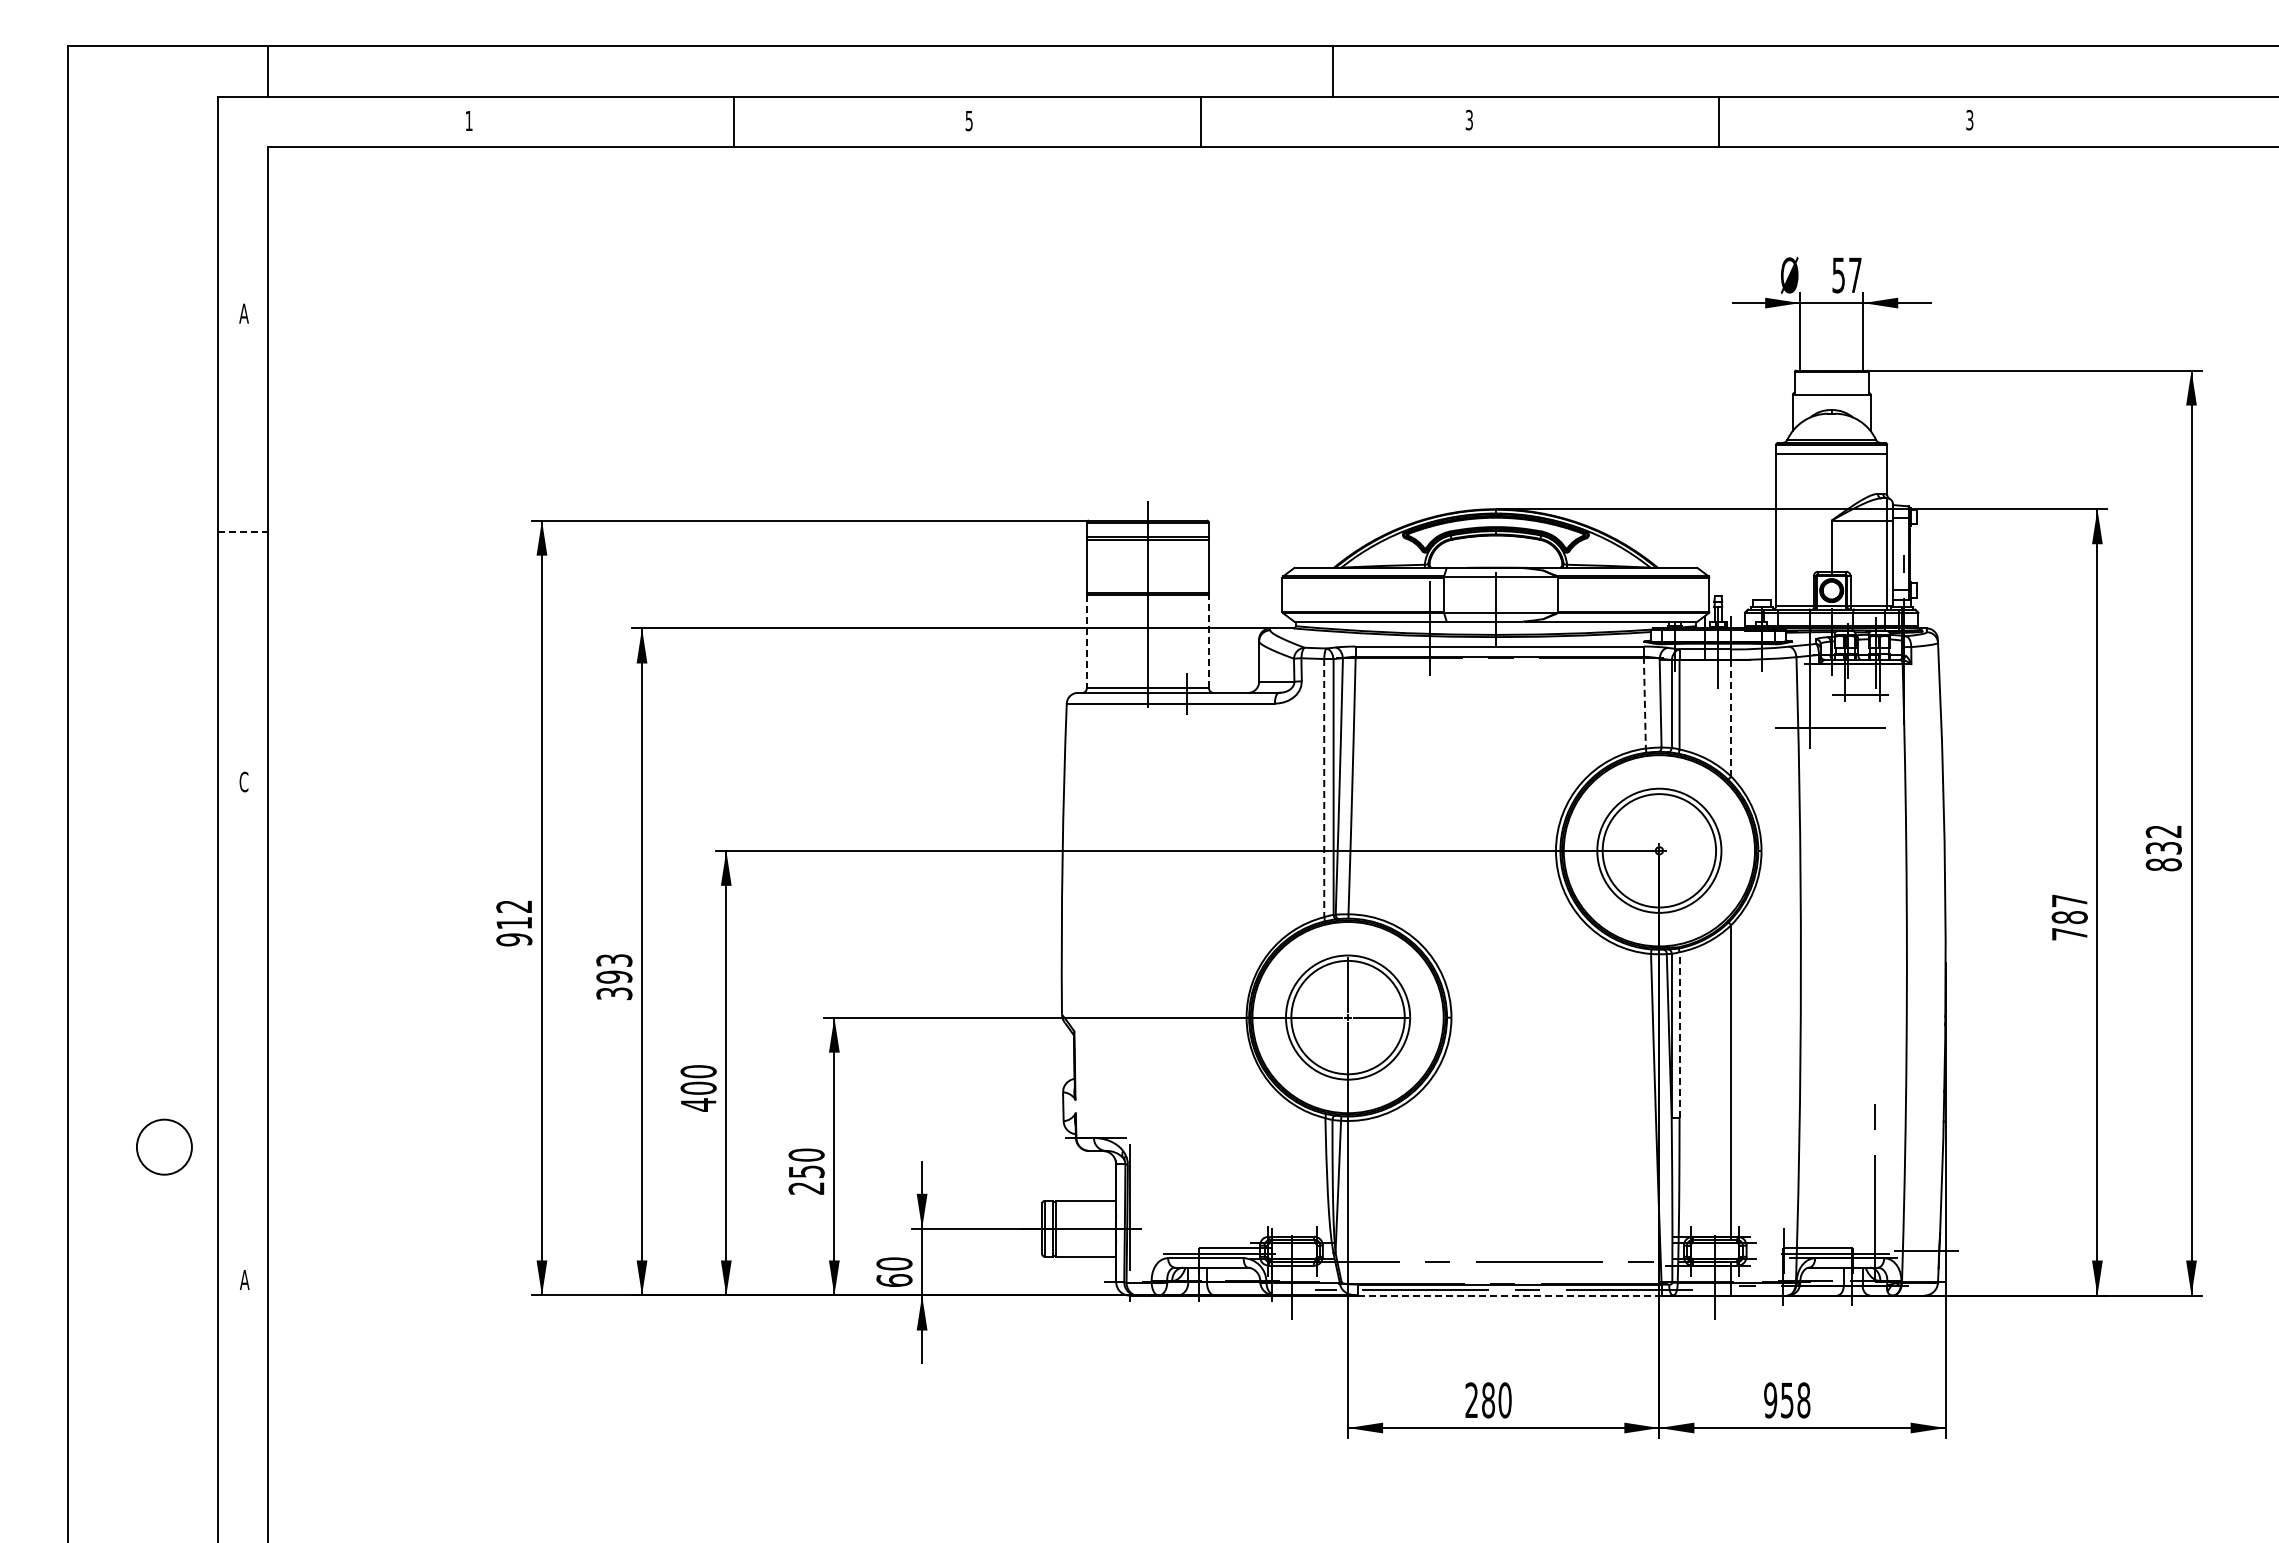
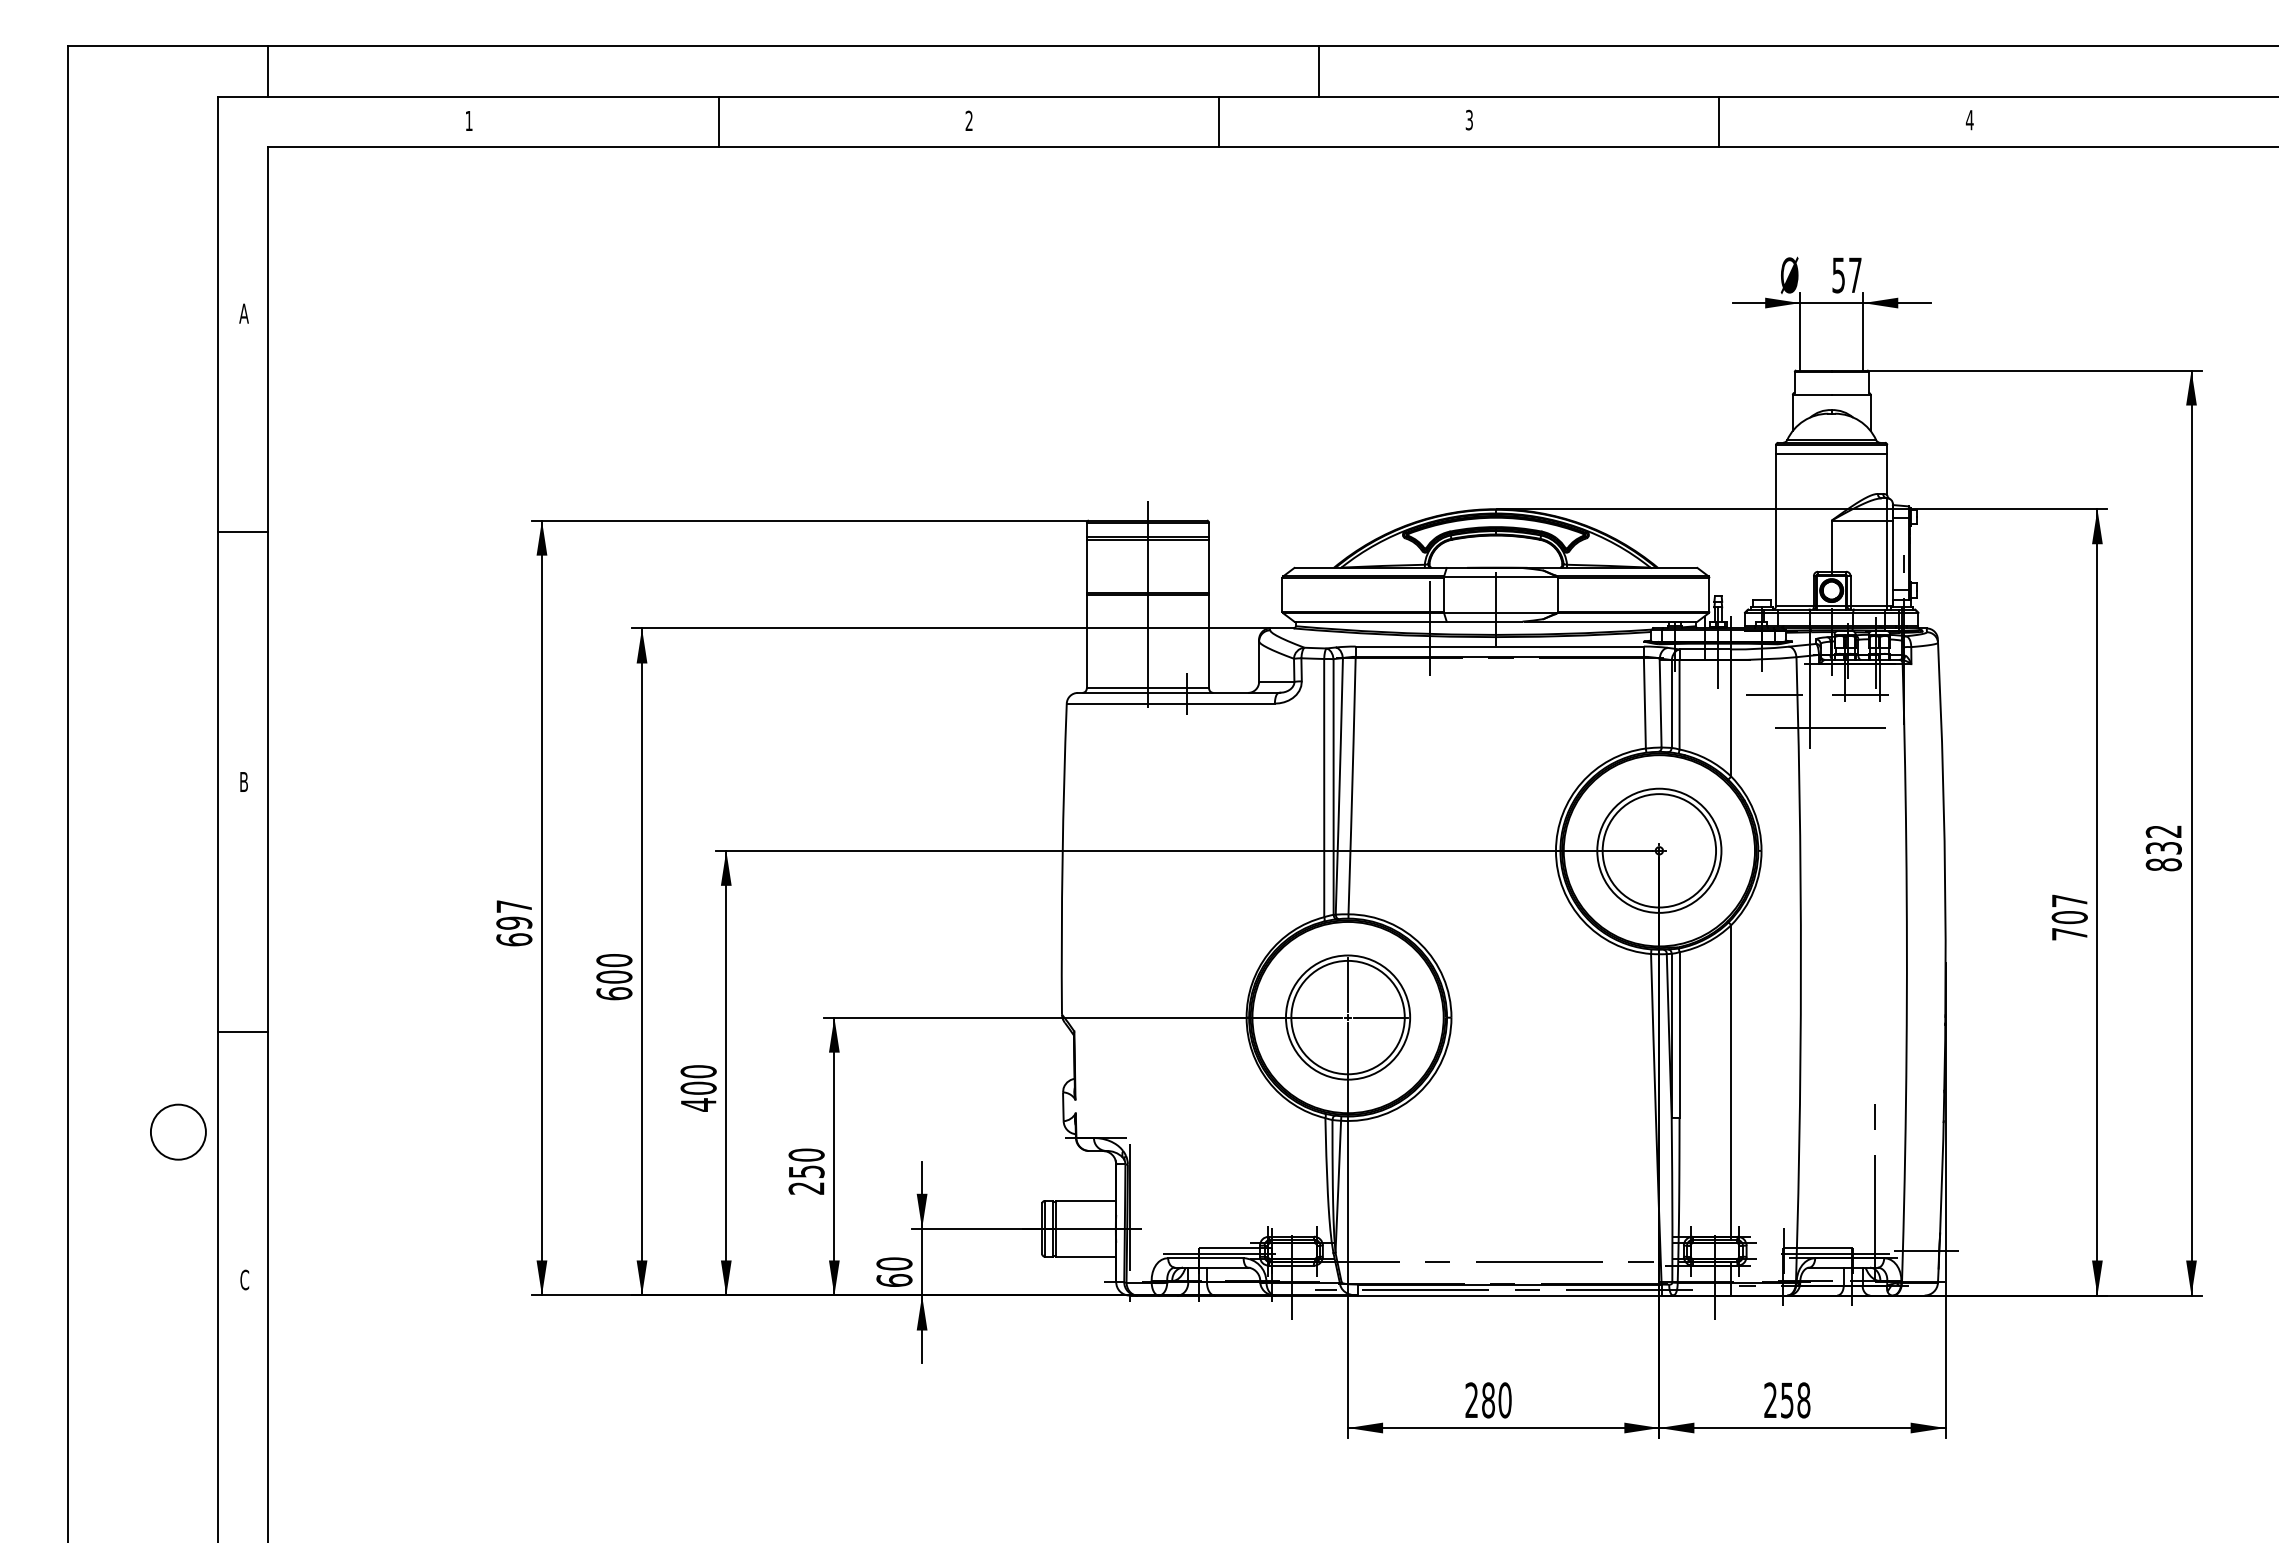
line at (1333, 71) position: (1333, 71) -> (1319, 71)
text at (1969, 119): 3 -> 4
text at (968, 120): 5 -> 2
line at (733, 121) position: (733, 121) -> (718, 121)
line at (1201, 121) position: (1201, 121) -> (1219, 121)
line at (243, 531): dashed -> solid
line at (1086, 641): dashed -> solid
line at (1209, 641): dashed -> solid
line at (1773, 694): none -> present
line at (1644, 702): dashed -> solid
line at (1731, 718): dashed -> solid
text at (243, 781): C -> B
line at (1324, 788): dashed -> solid
text at (2069, 917): 787 -> 707
text at (514, 923): 912 -> 697
text at (614, 977): 393 -> 600
line at (243, 1032): none -> present
line at (1679, 1035): dashed -> solid
circle at (164, 1146) position: (164, 1146) -> (178, 1131)
text at (244, 1279): A -> C
line at (1510, 1295): dashed -> solid
text at (1770, 1400): 958 -> 258
